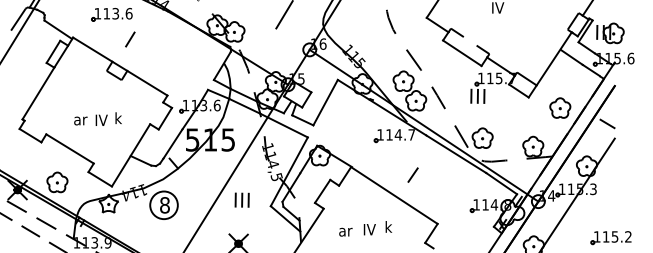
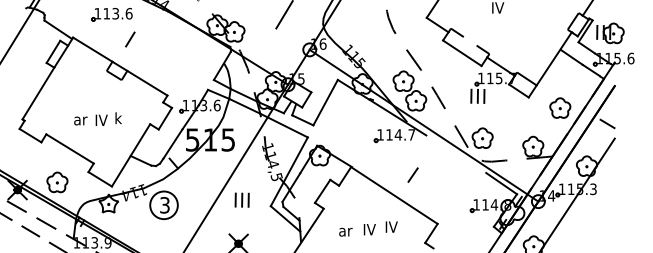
line at (18, 19): present -> none
line at (456, 153): present -> none
text at (164, 205): 8 -> 3
text at (391, 226): k -> IV
part at (610, 238): present -> none
